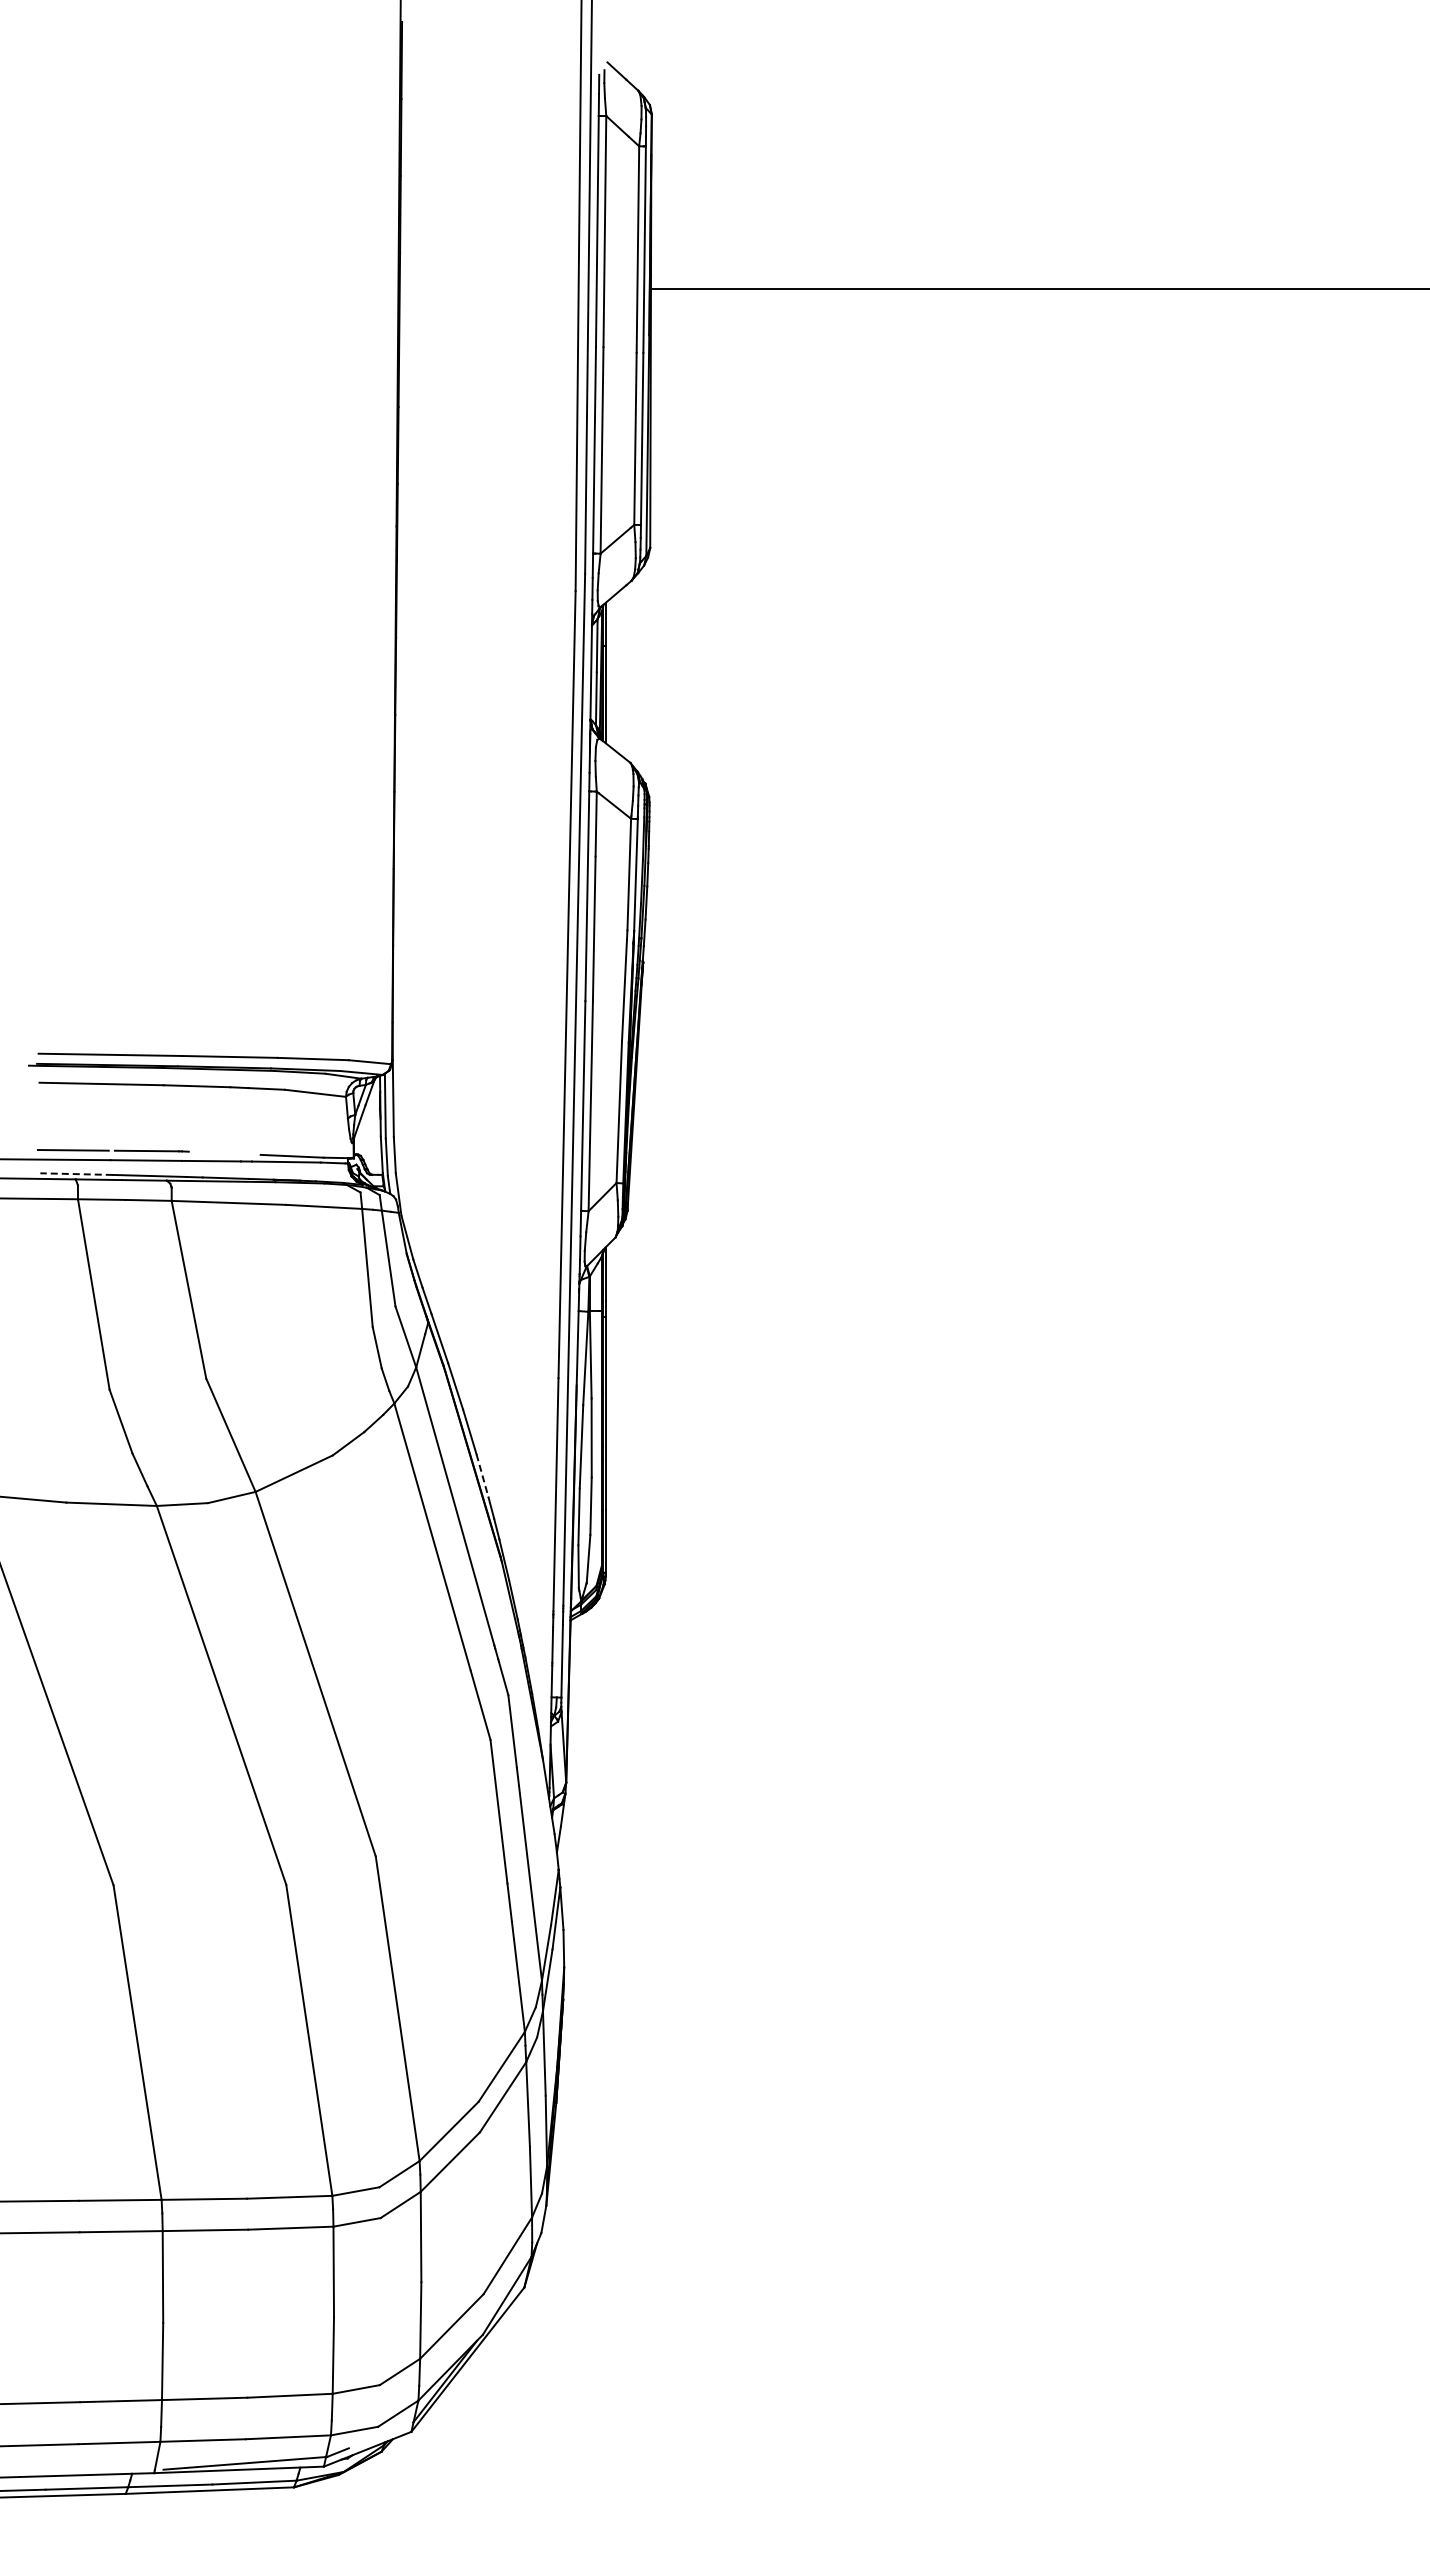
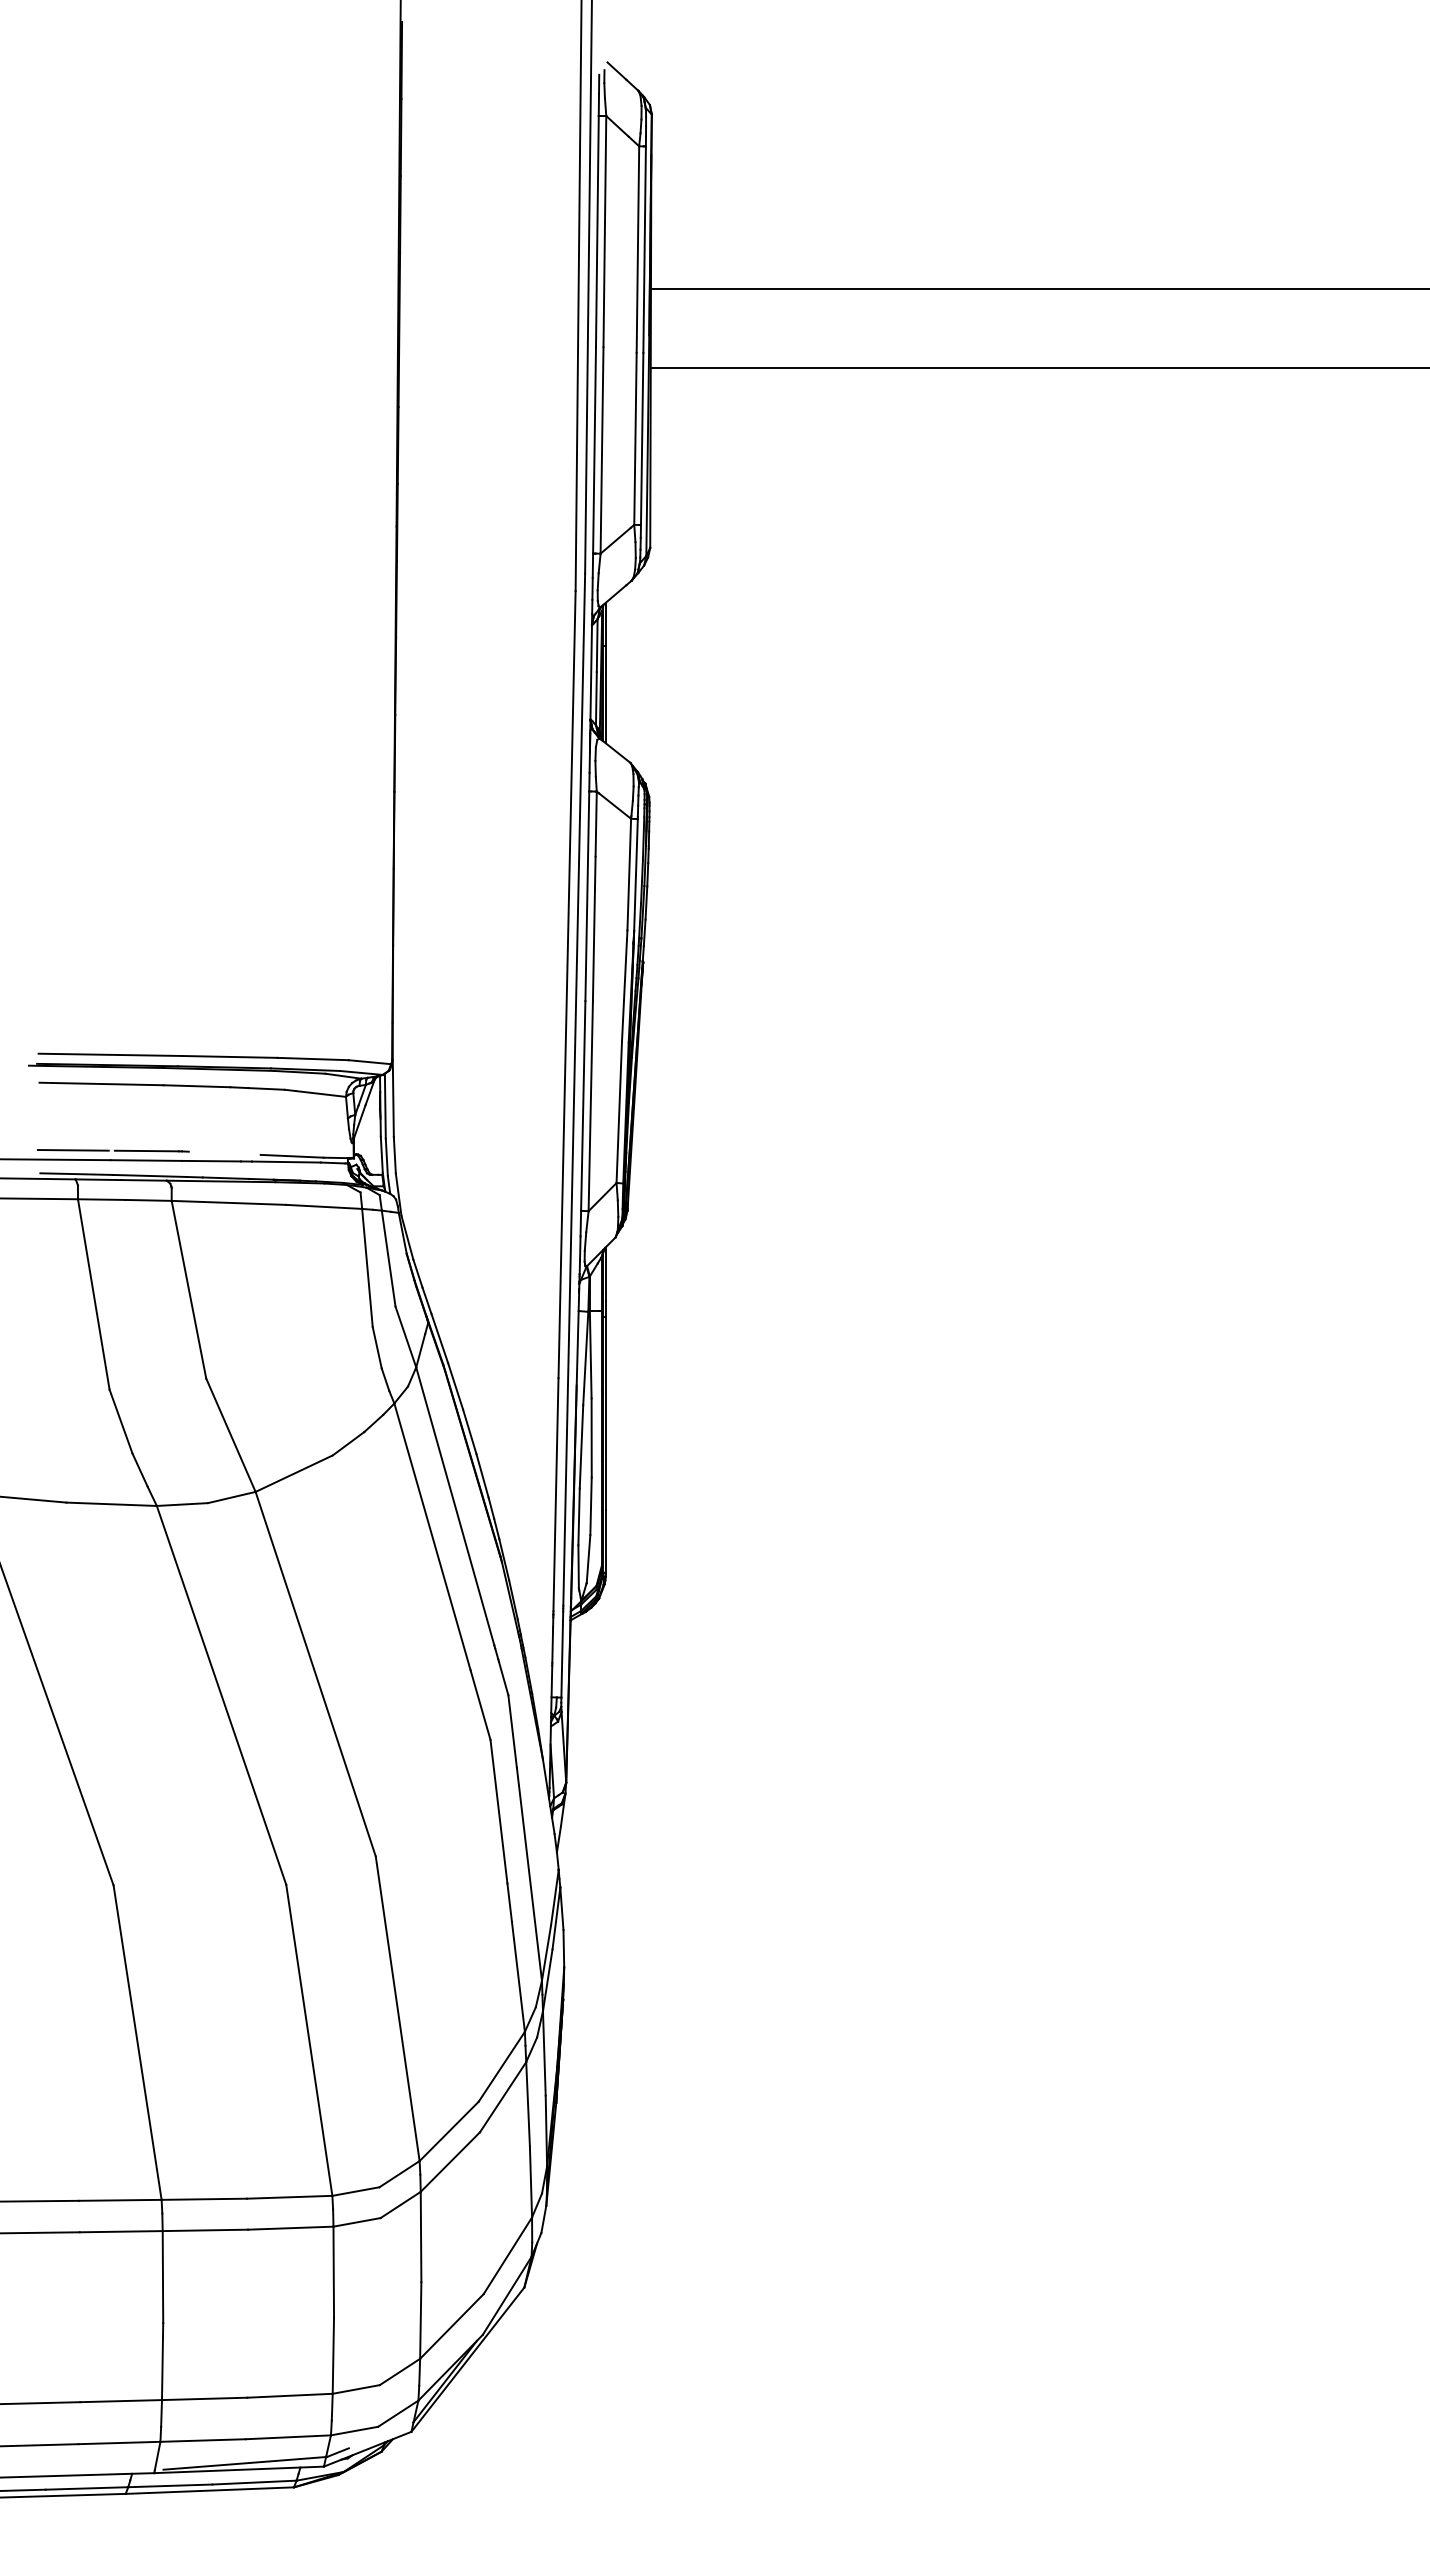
line at (1038, 368): none -> present
line at (76, 1174): dashed -> solid
line at (482, 1476): dashed -> solid
